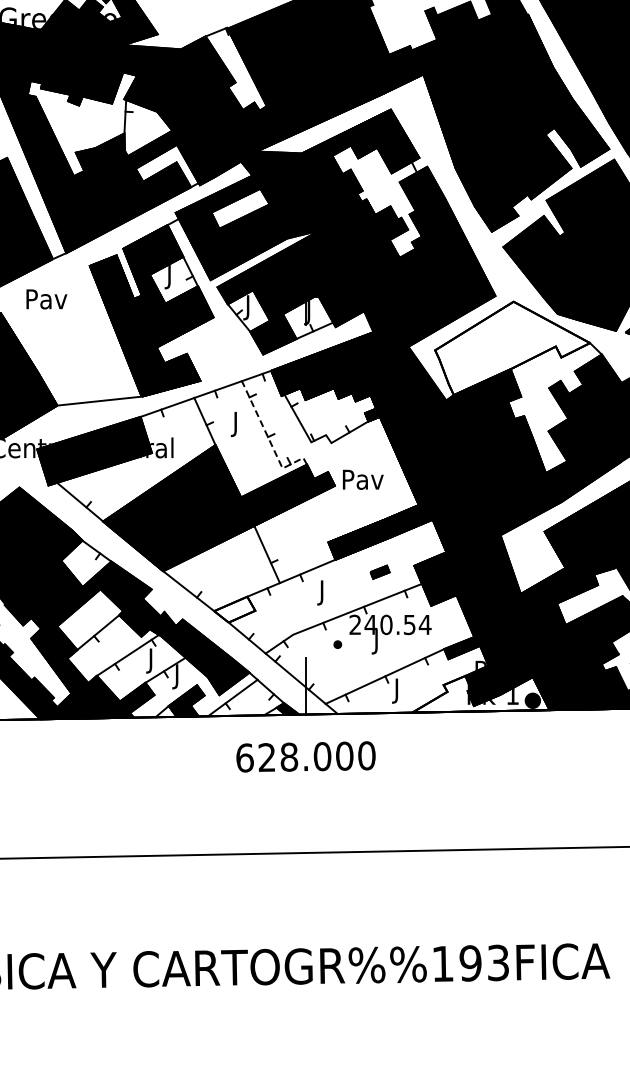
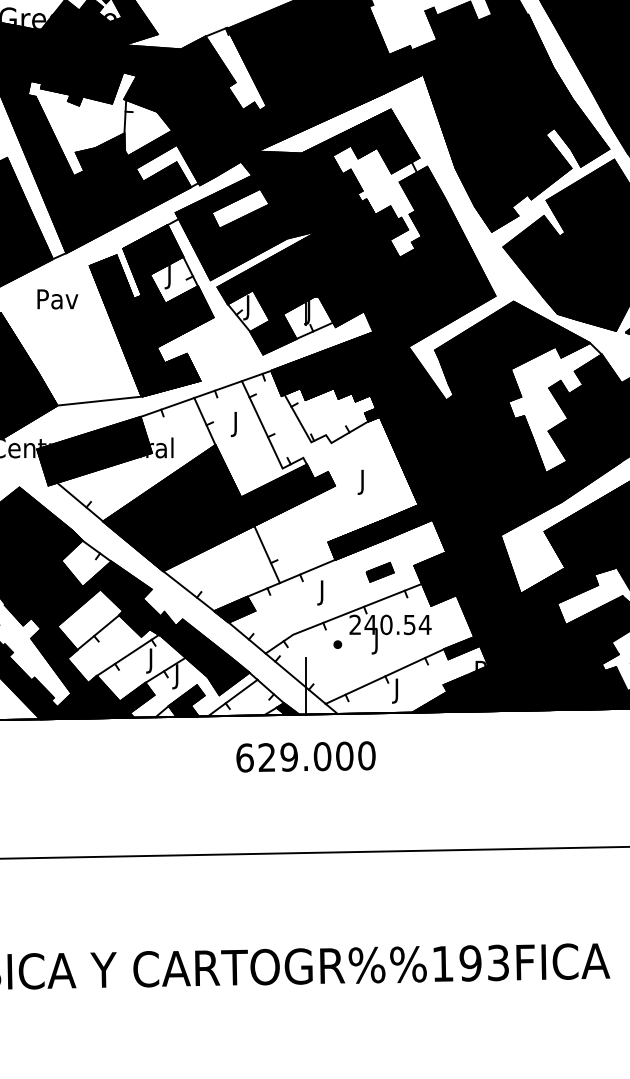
text at (46, 299) position: (46, 299) -> (57, 299)
fill at (512, 348): none -> present
line at (269, 439): dashed -> solid
text at (362, 481): Pav -> J
part at (379, 571) size: 22x16 px -> 30x22 px
fill at (234, 609): none -> present
fill at (480, 693): none -> present
text at (289, 756): 628.000 -> 629.000
